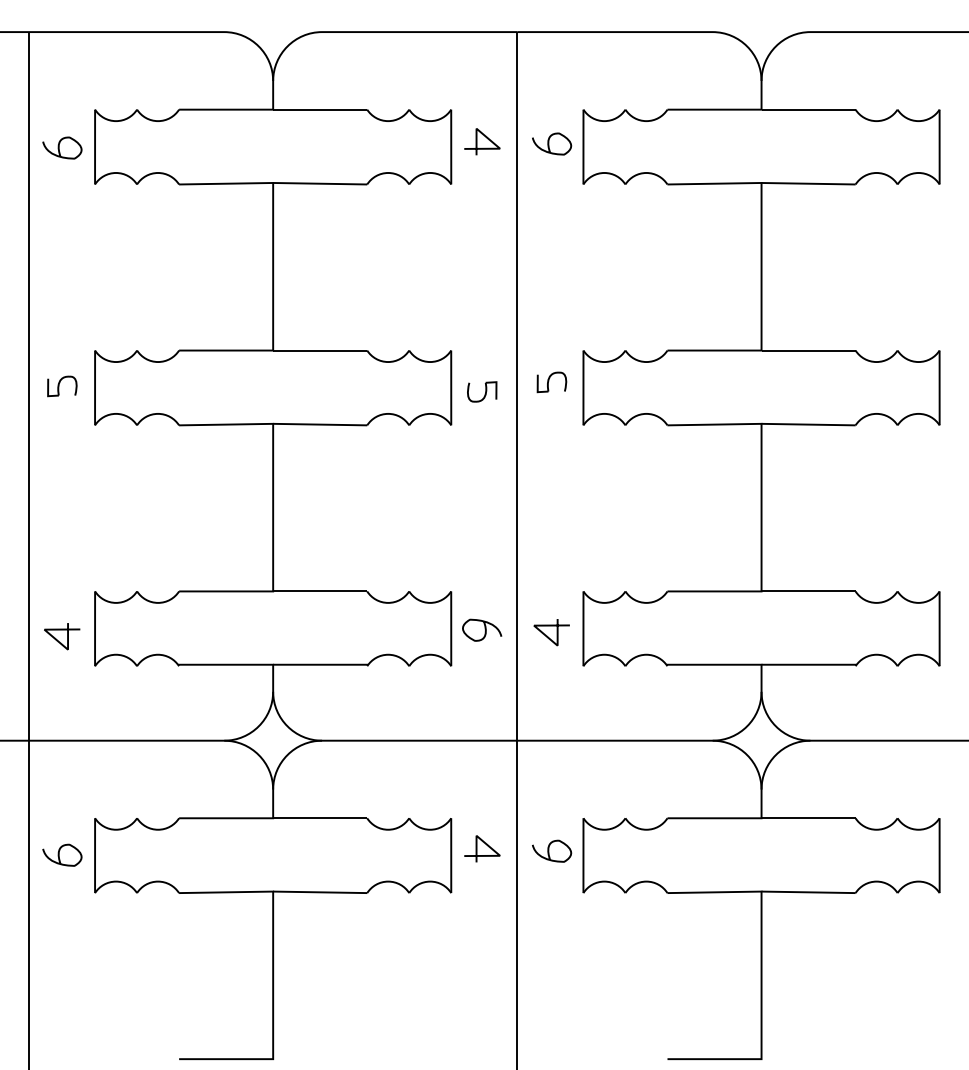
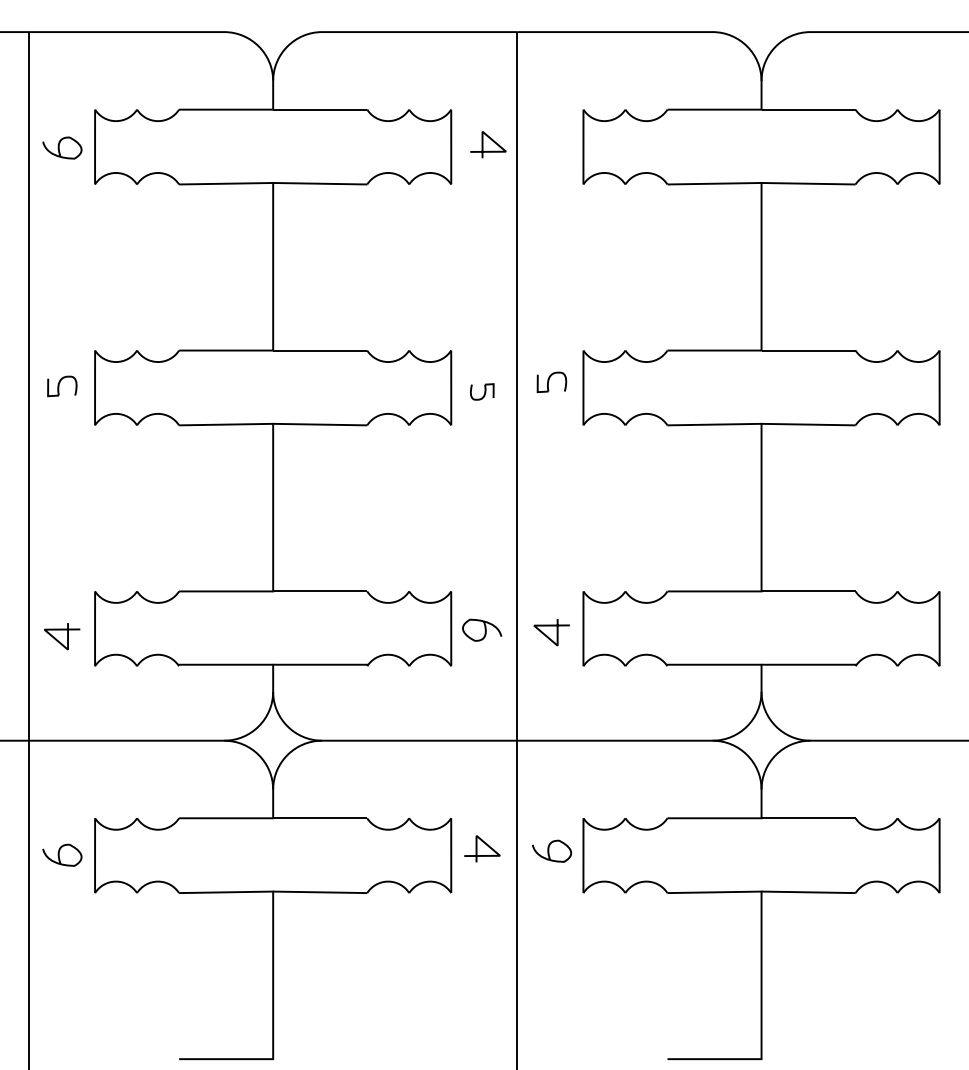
curve at (485, 137) position: (485, 137) -> (491, 140)
curve at (549, 143): present -> none
part at (482, 391) size: 31x22 px -> 26x18 px
